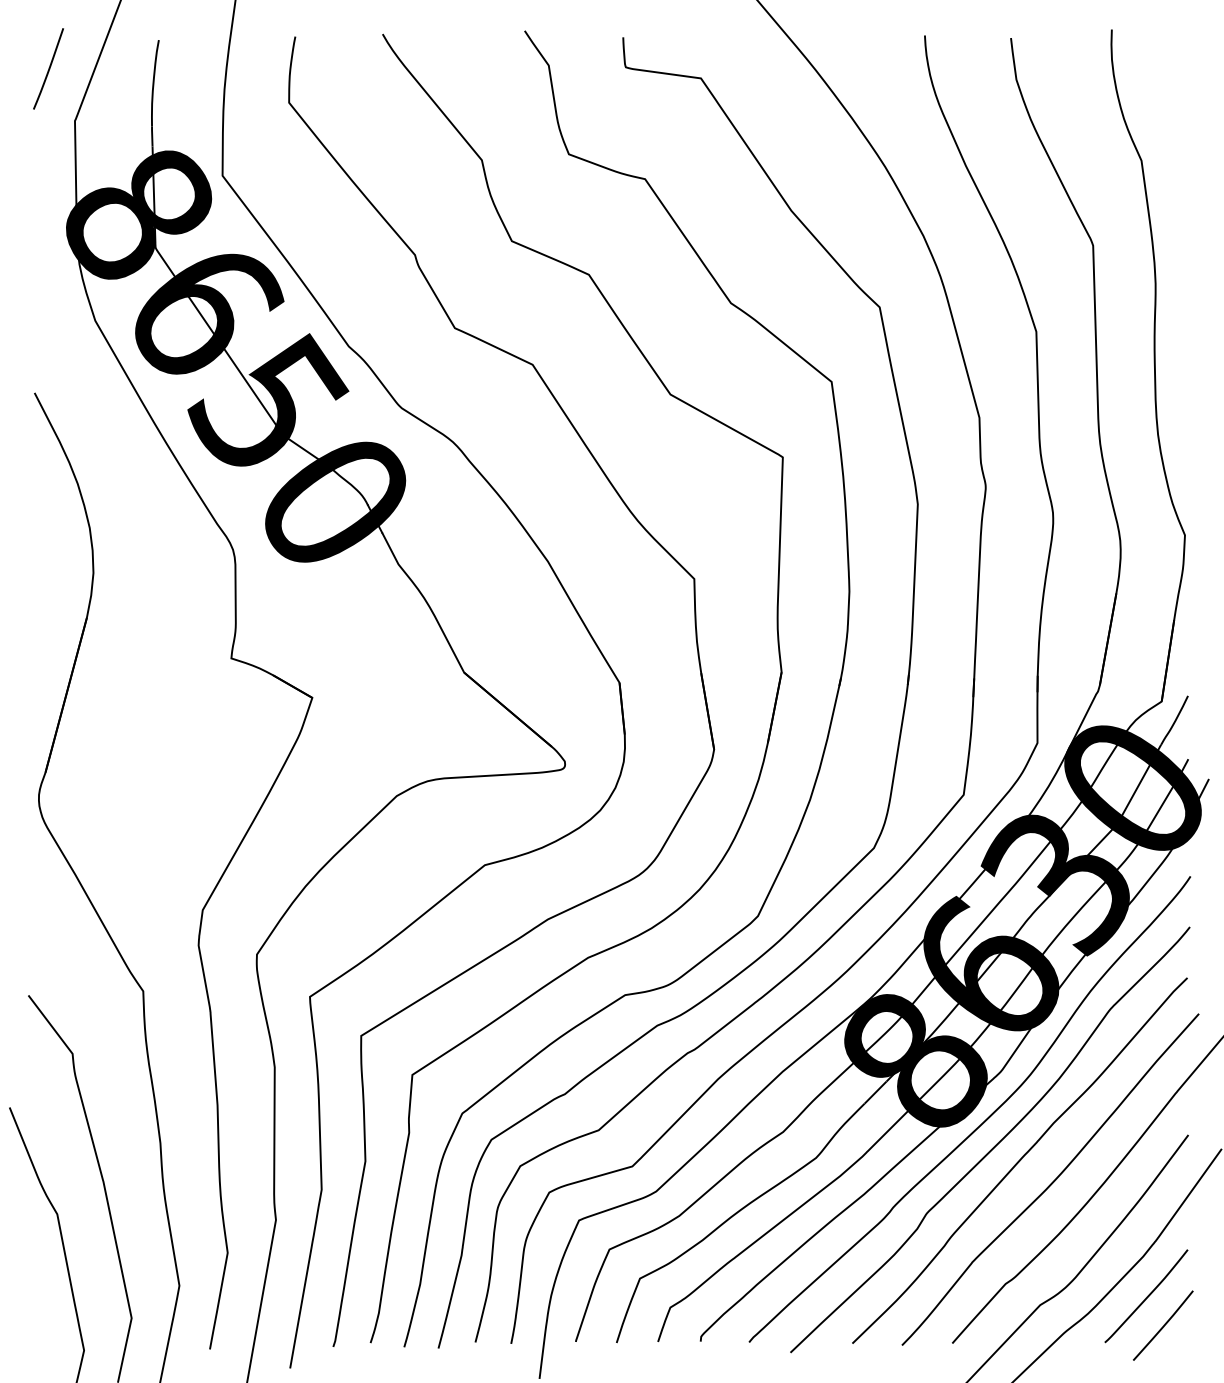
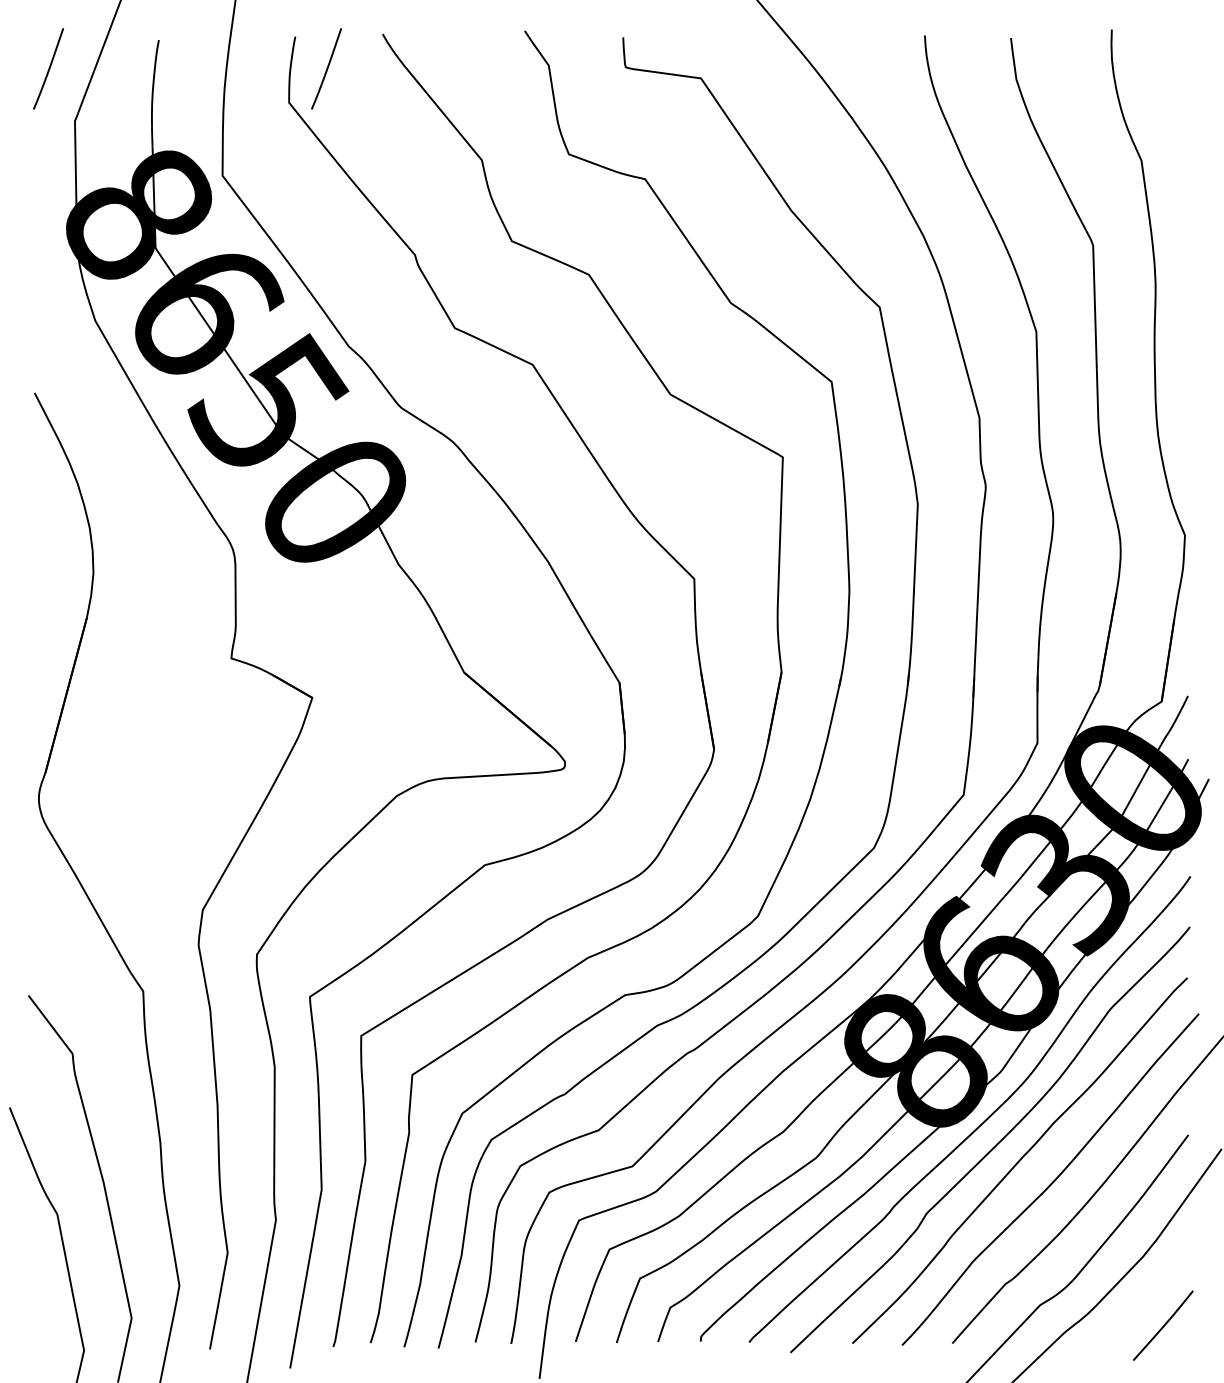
line at (326, 68): none -> present
curve at (1146, 1296): present -> none
